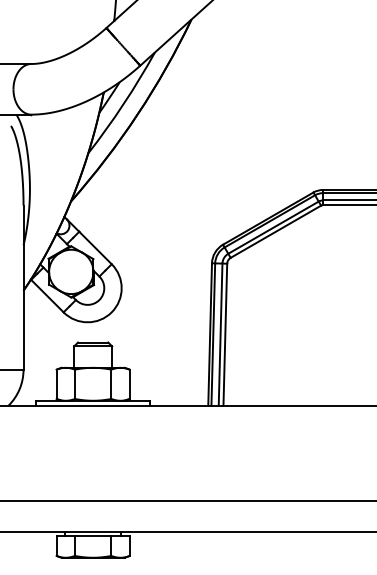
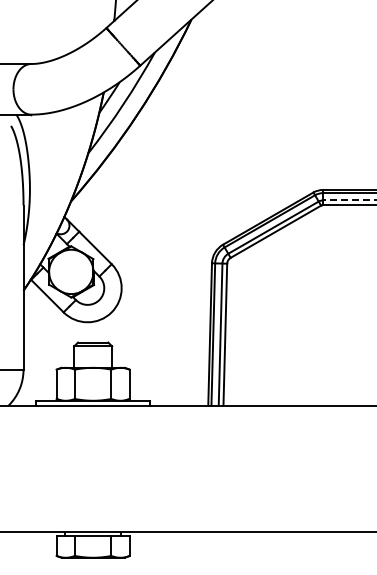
line at (349, 200): solid -> dashed
line at (187, 500): present -> none
